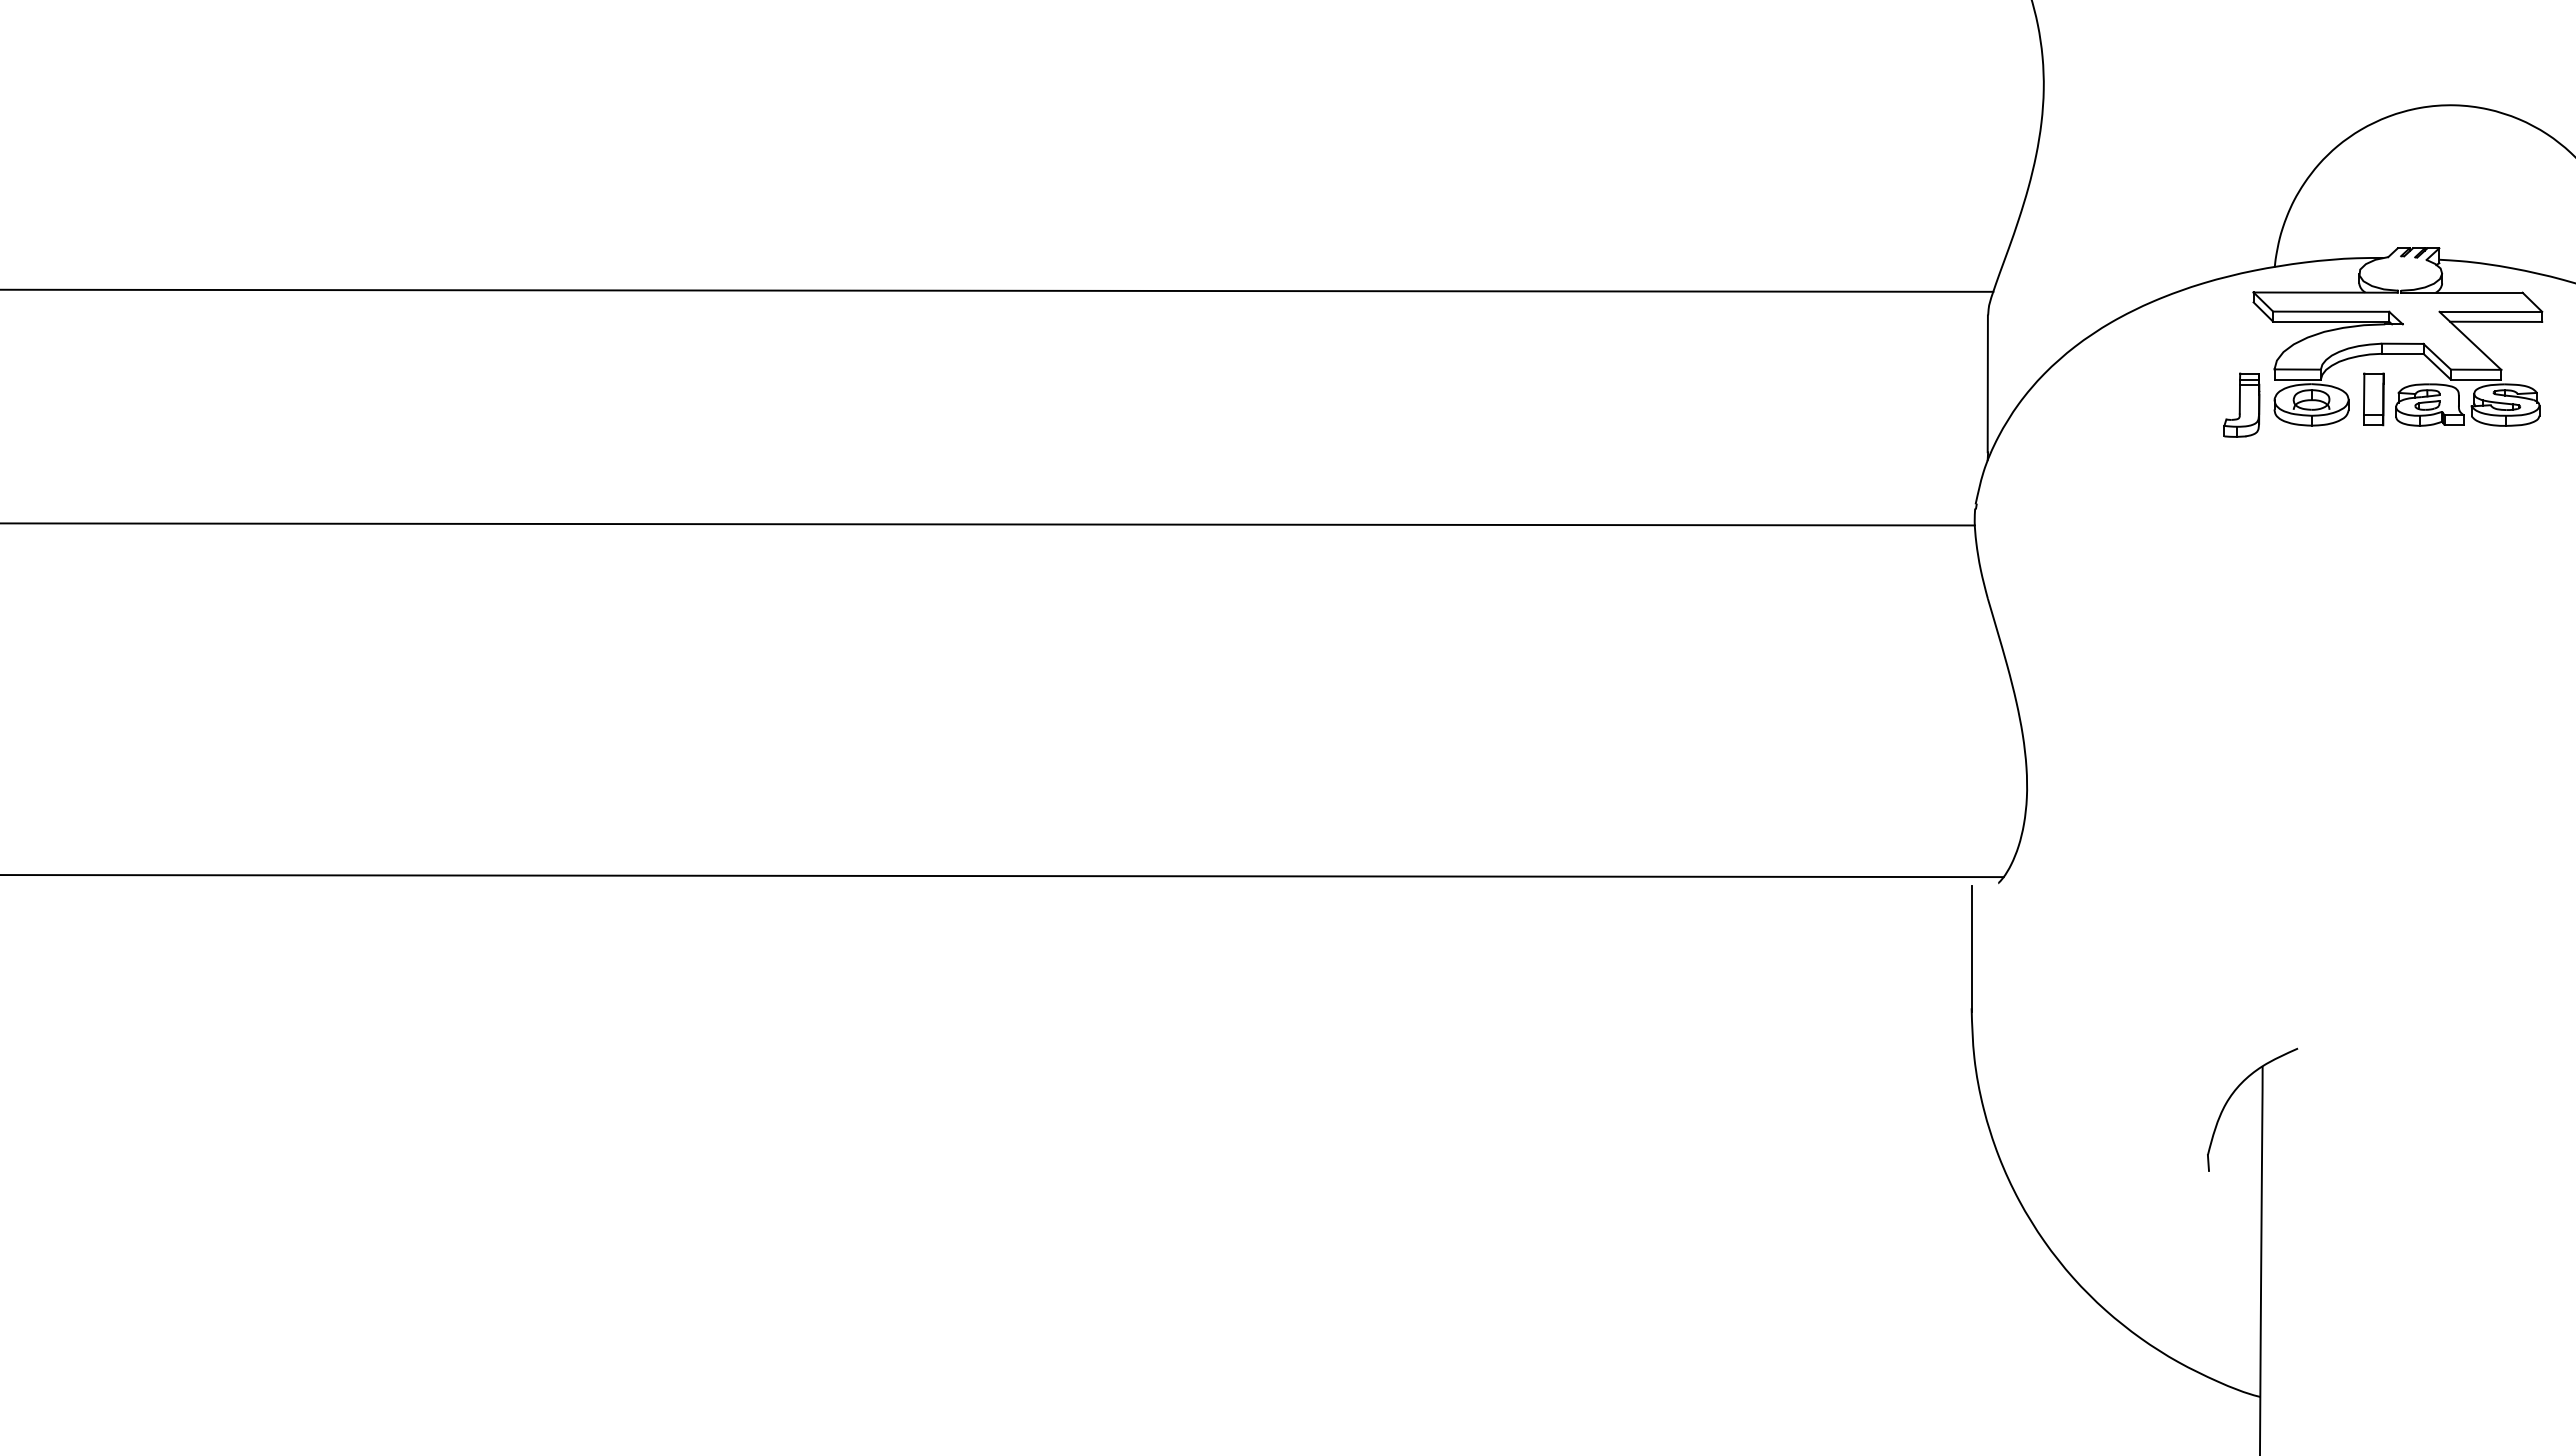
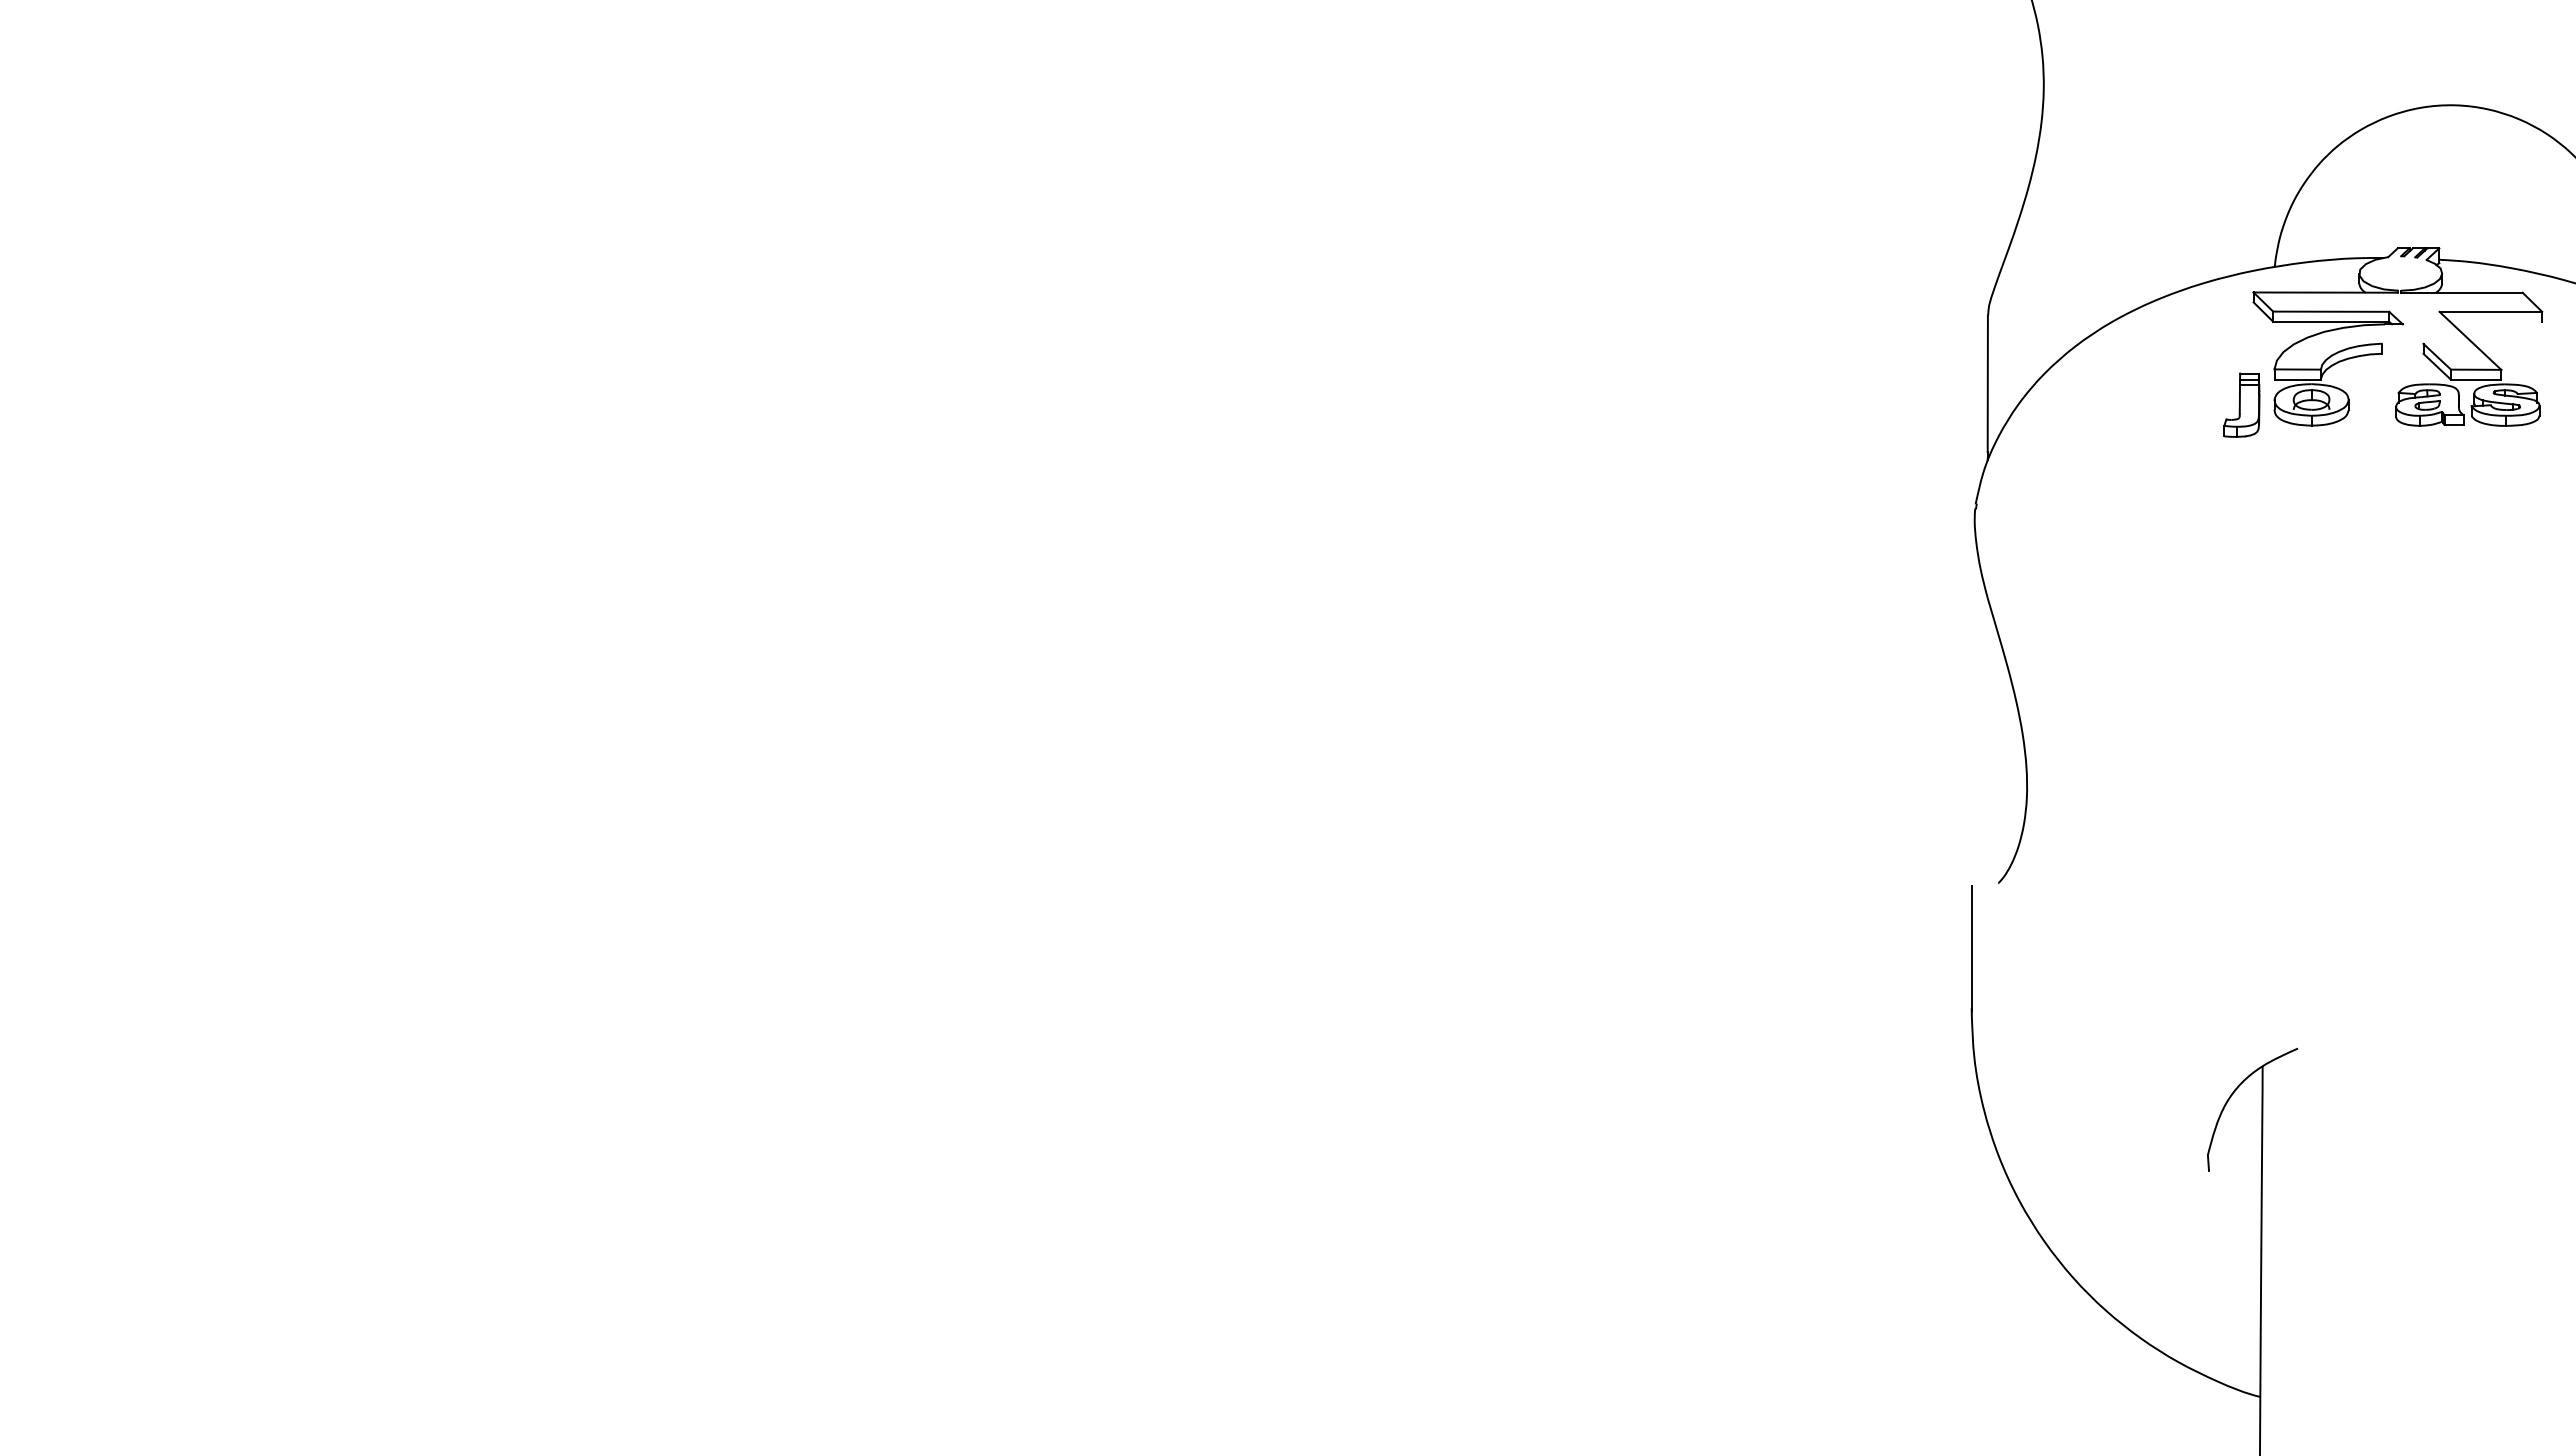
line at (997, 290): present -> none
line at (2496, 321): present -> none
line at (2402, 343): present -> none
line at (2402, 353): present -> none
part at (2373, 399): present -> none
line at (988, 524): present -> none
line at (1002, 876): present -> none
